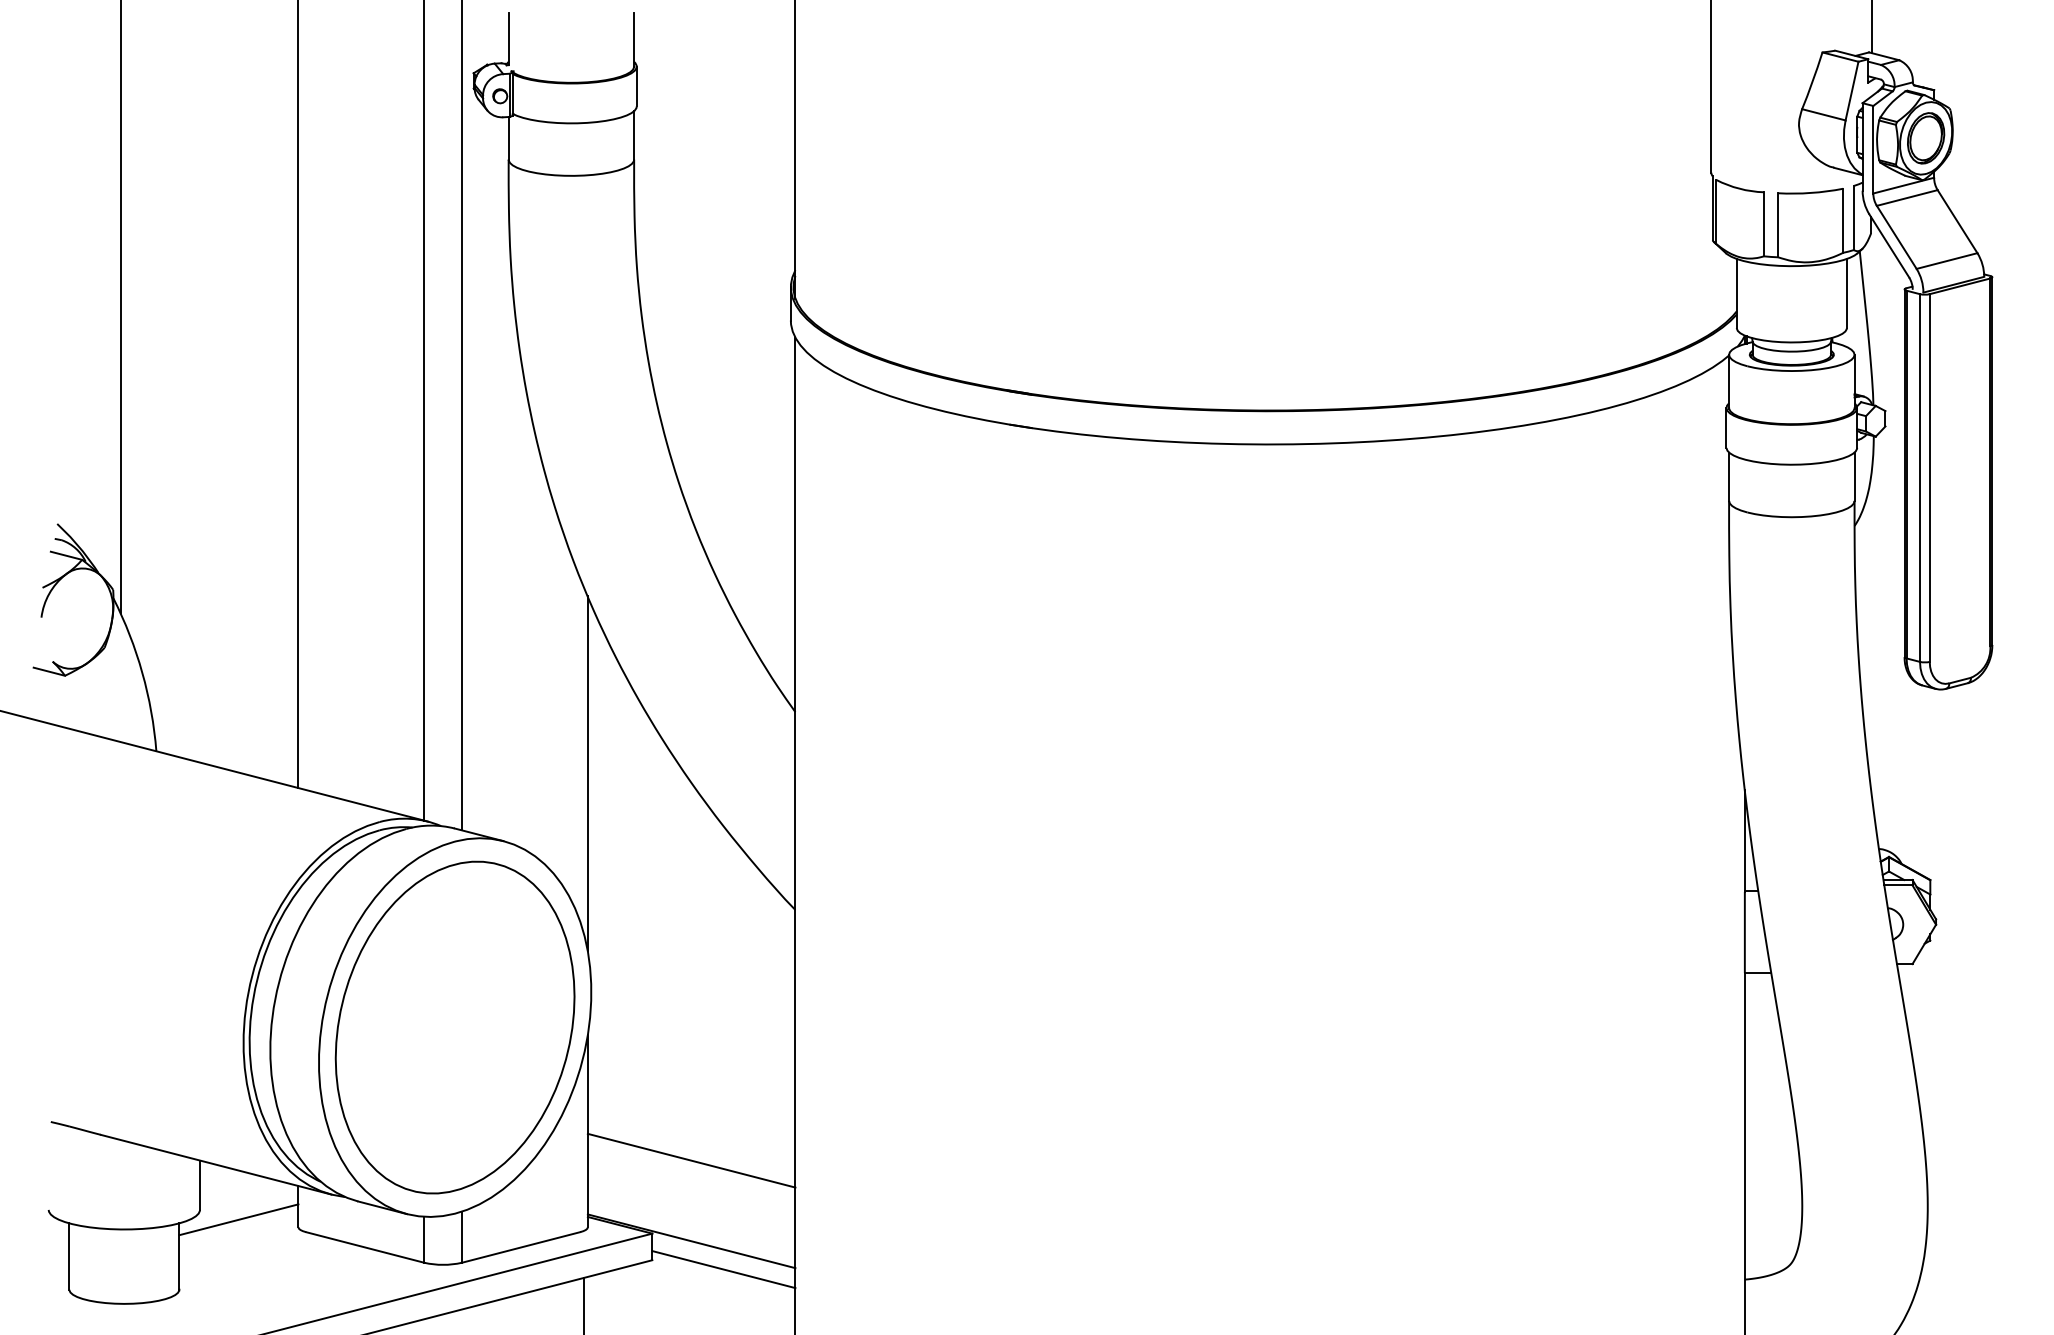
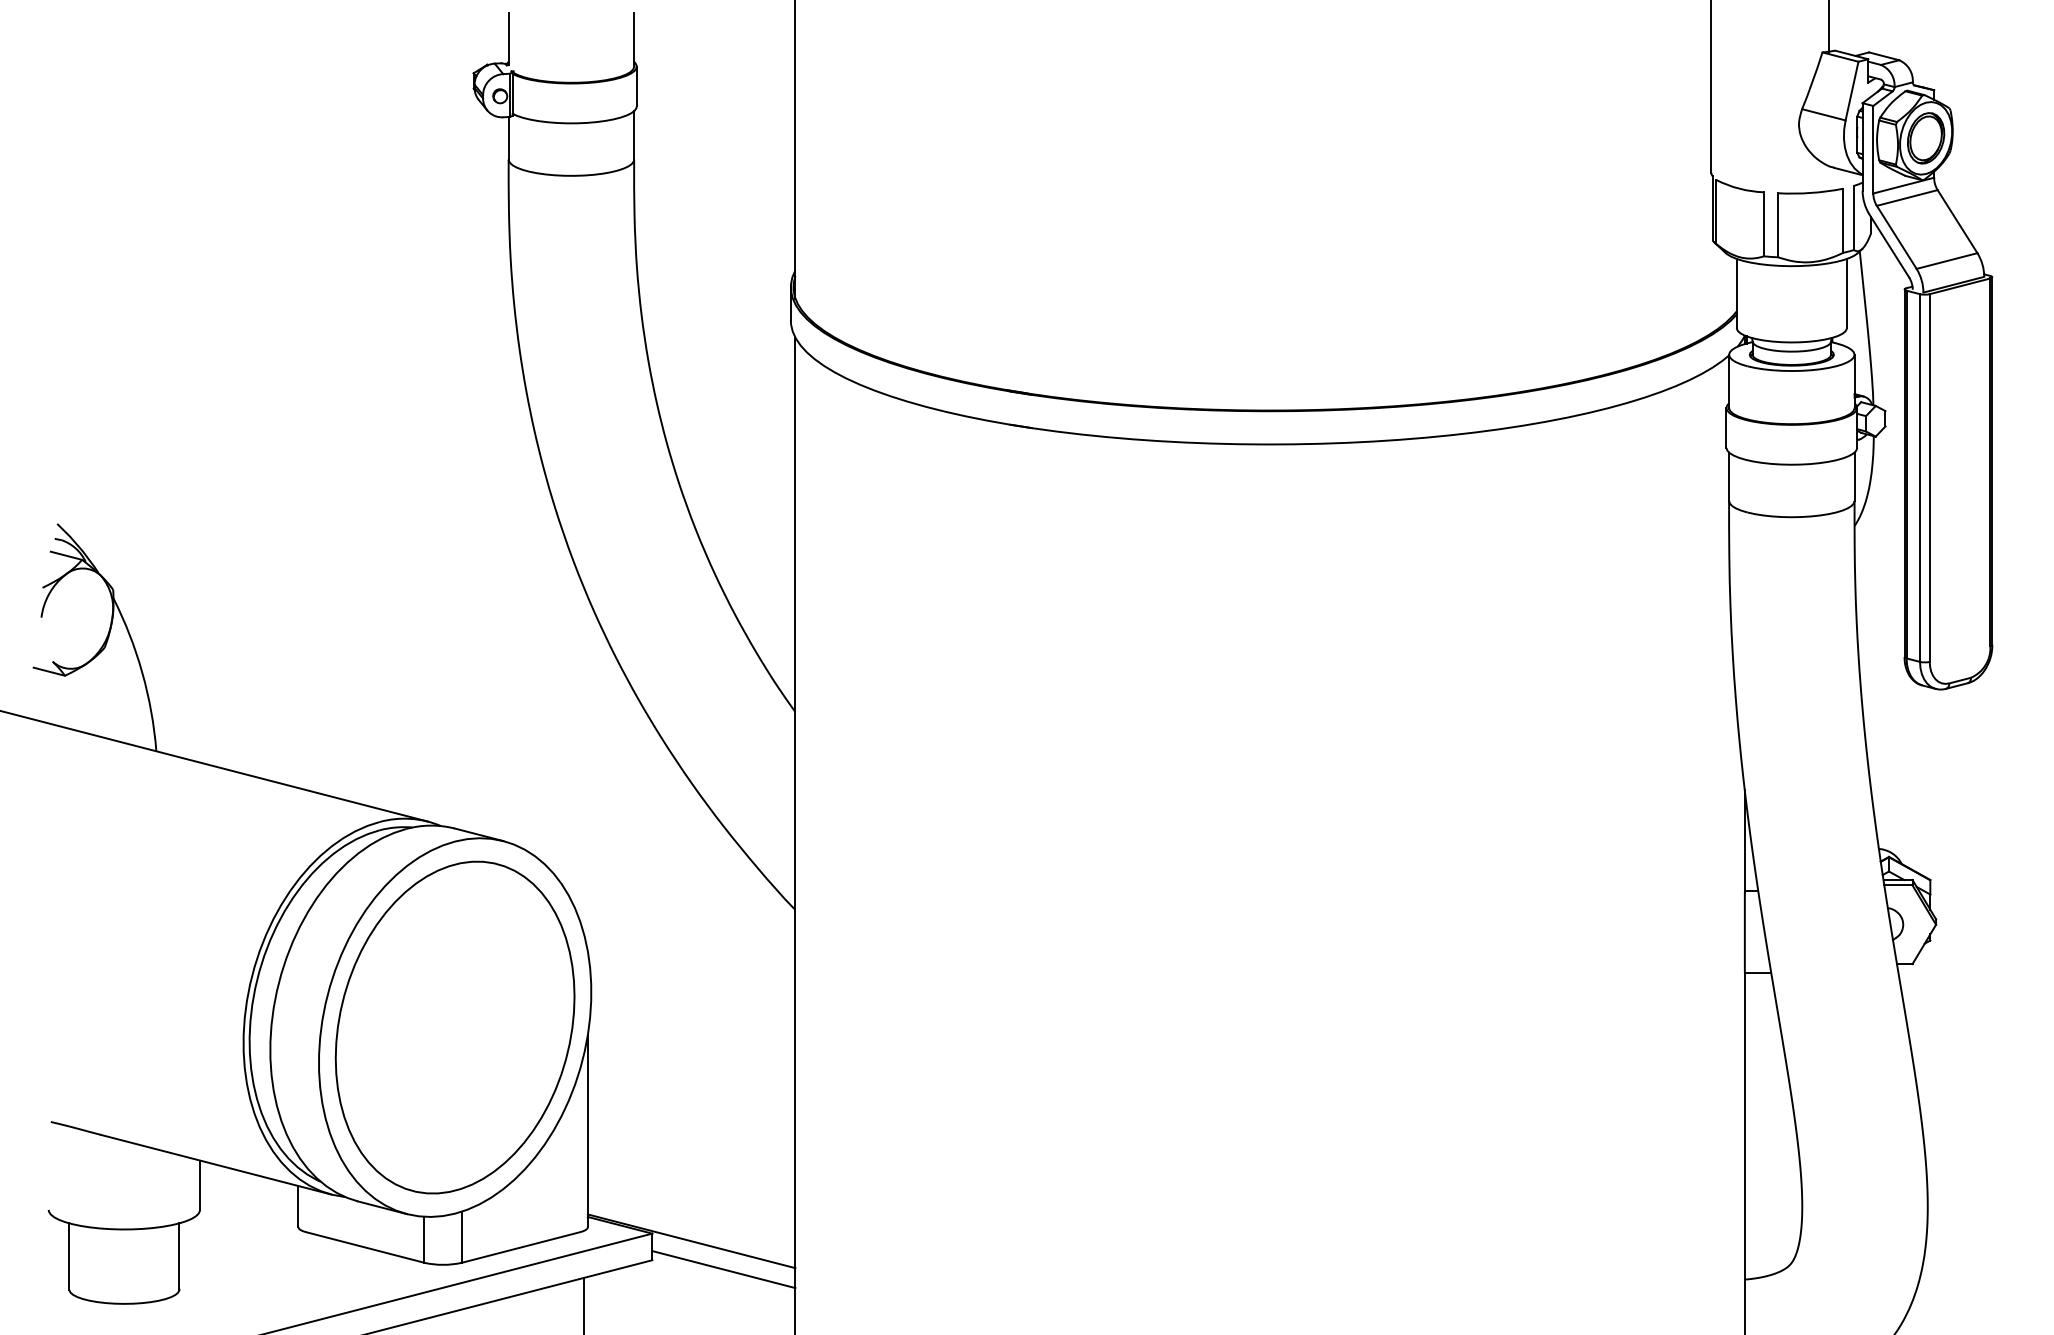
line at (1872, 27) position: (1872, 27) -> (1829, 27)
line at (120, 307): present -> none
line at (298, 395): present -> none
line at (424, 411): present -> none
line at (461, 416): present -> none
line at (587, 773): present -> none
line at (691, 1160): present -> none
line at (238, 1219): present -> none
